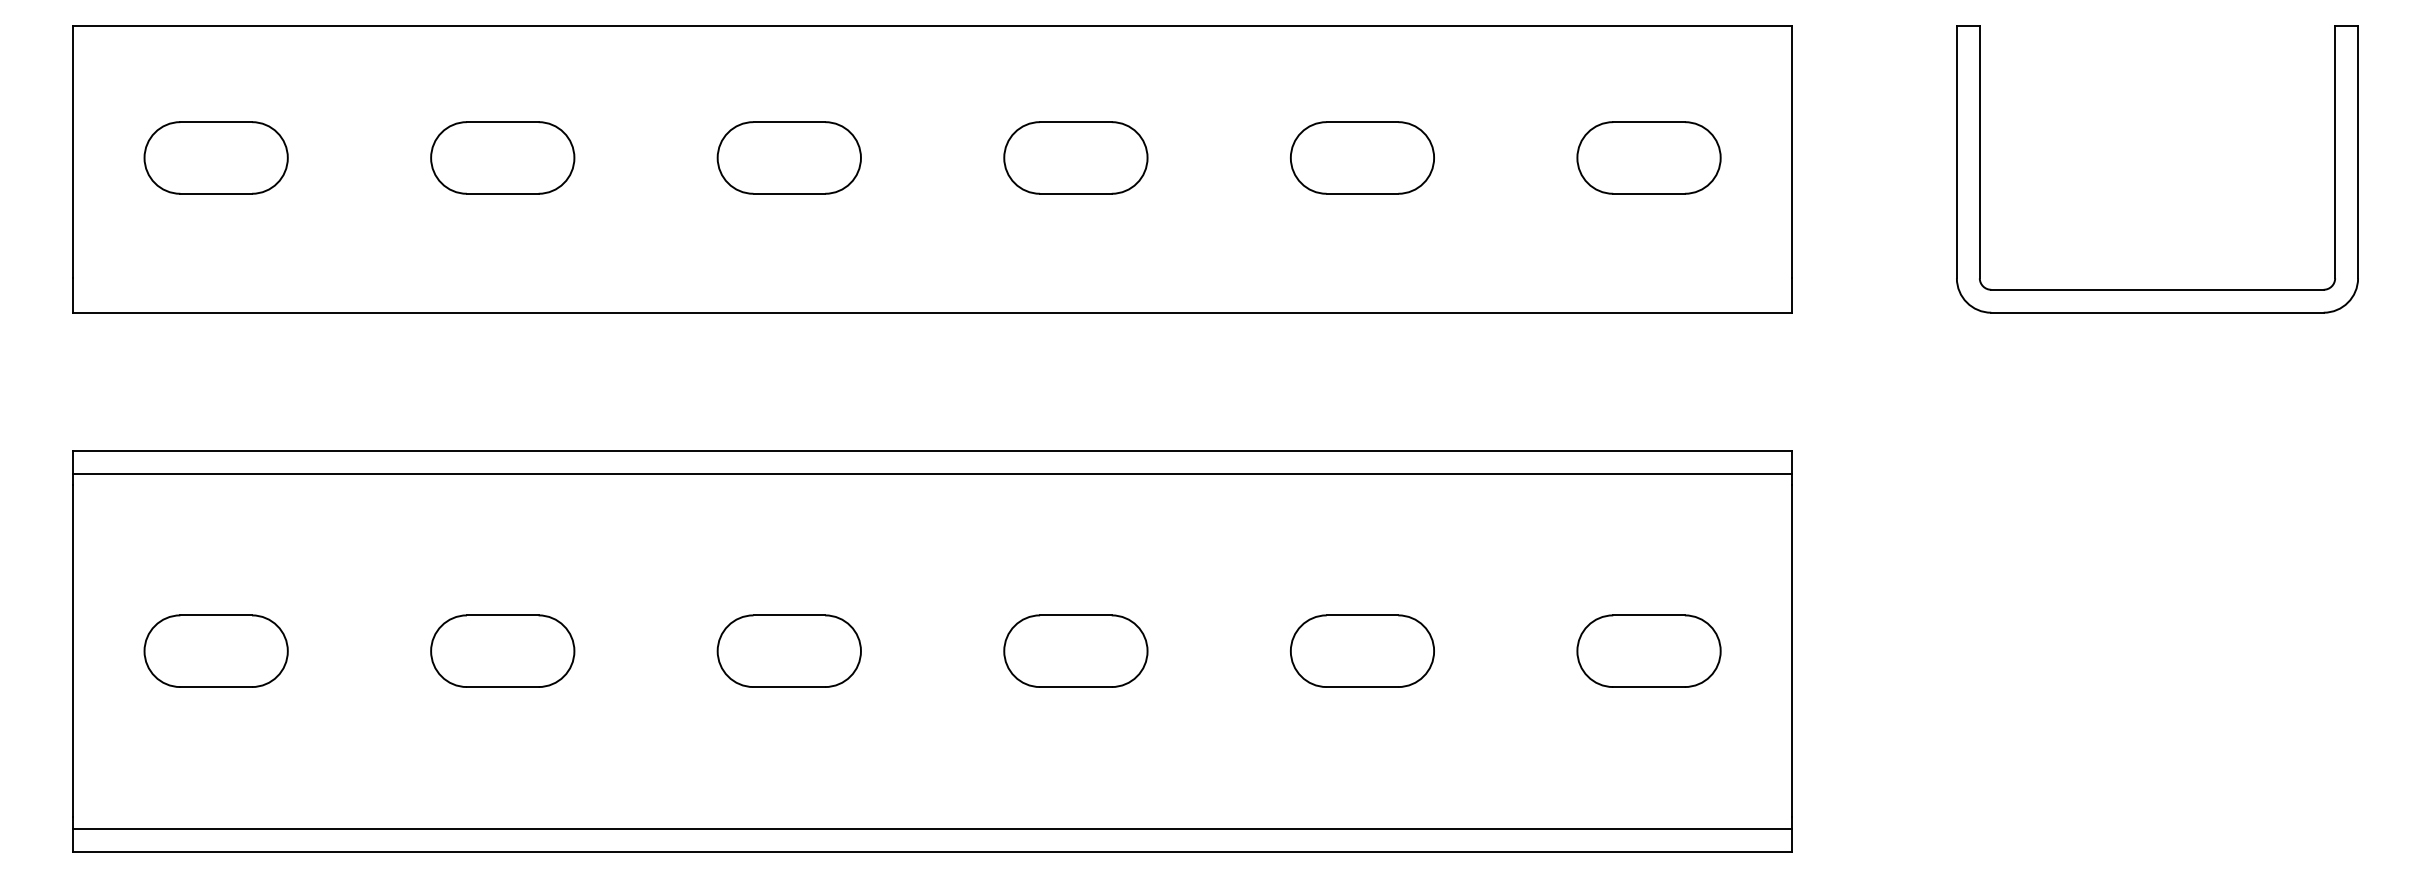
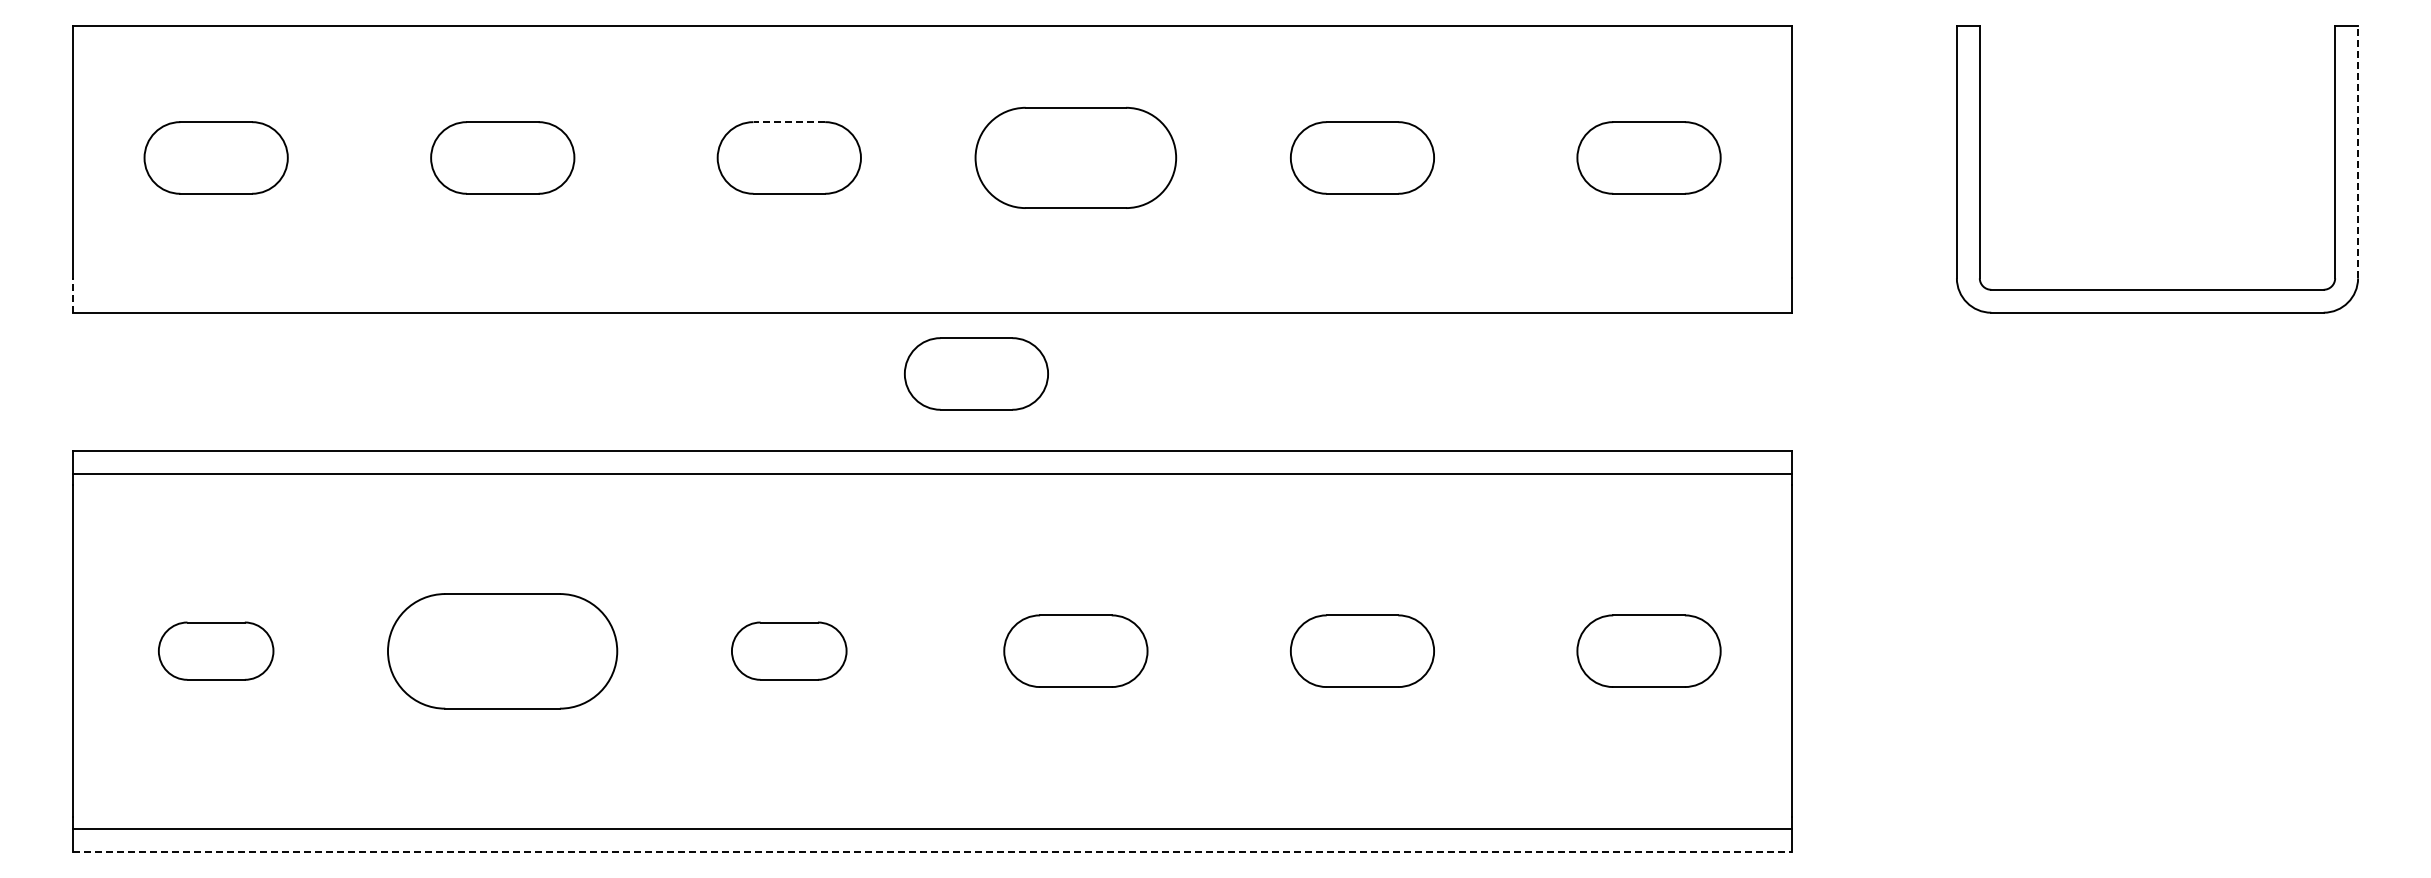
line at (789, 122): solid -> dashed
line at (2358, 151): solid -> dashed
part at (1075, 157) size: 146x74 px -> 204x103 px
line at (72, 295): solid -> dashed
part at (976, 373): none -> present
part at (215, 650) size: 146x74 px -> 117x60 px
part at (502, 650) size: 146x74 px -> 232x117 px
part at (788, 650) size: 146x74 px -> 117x60 px
line at (932, 851): solid -> dashed
